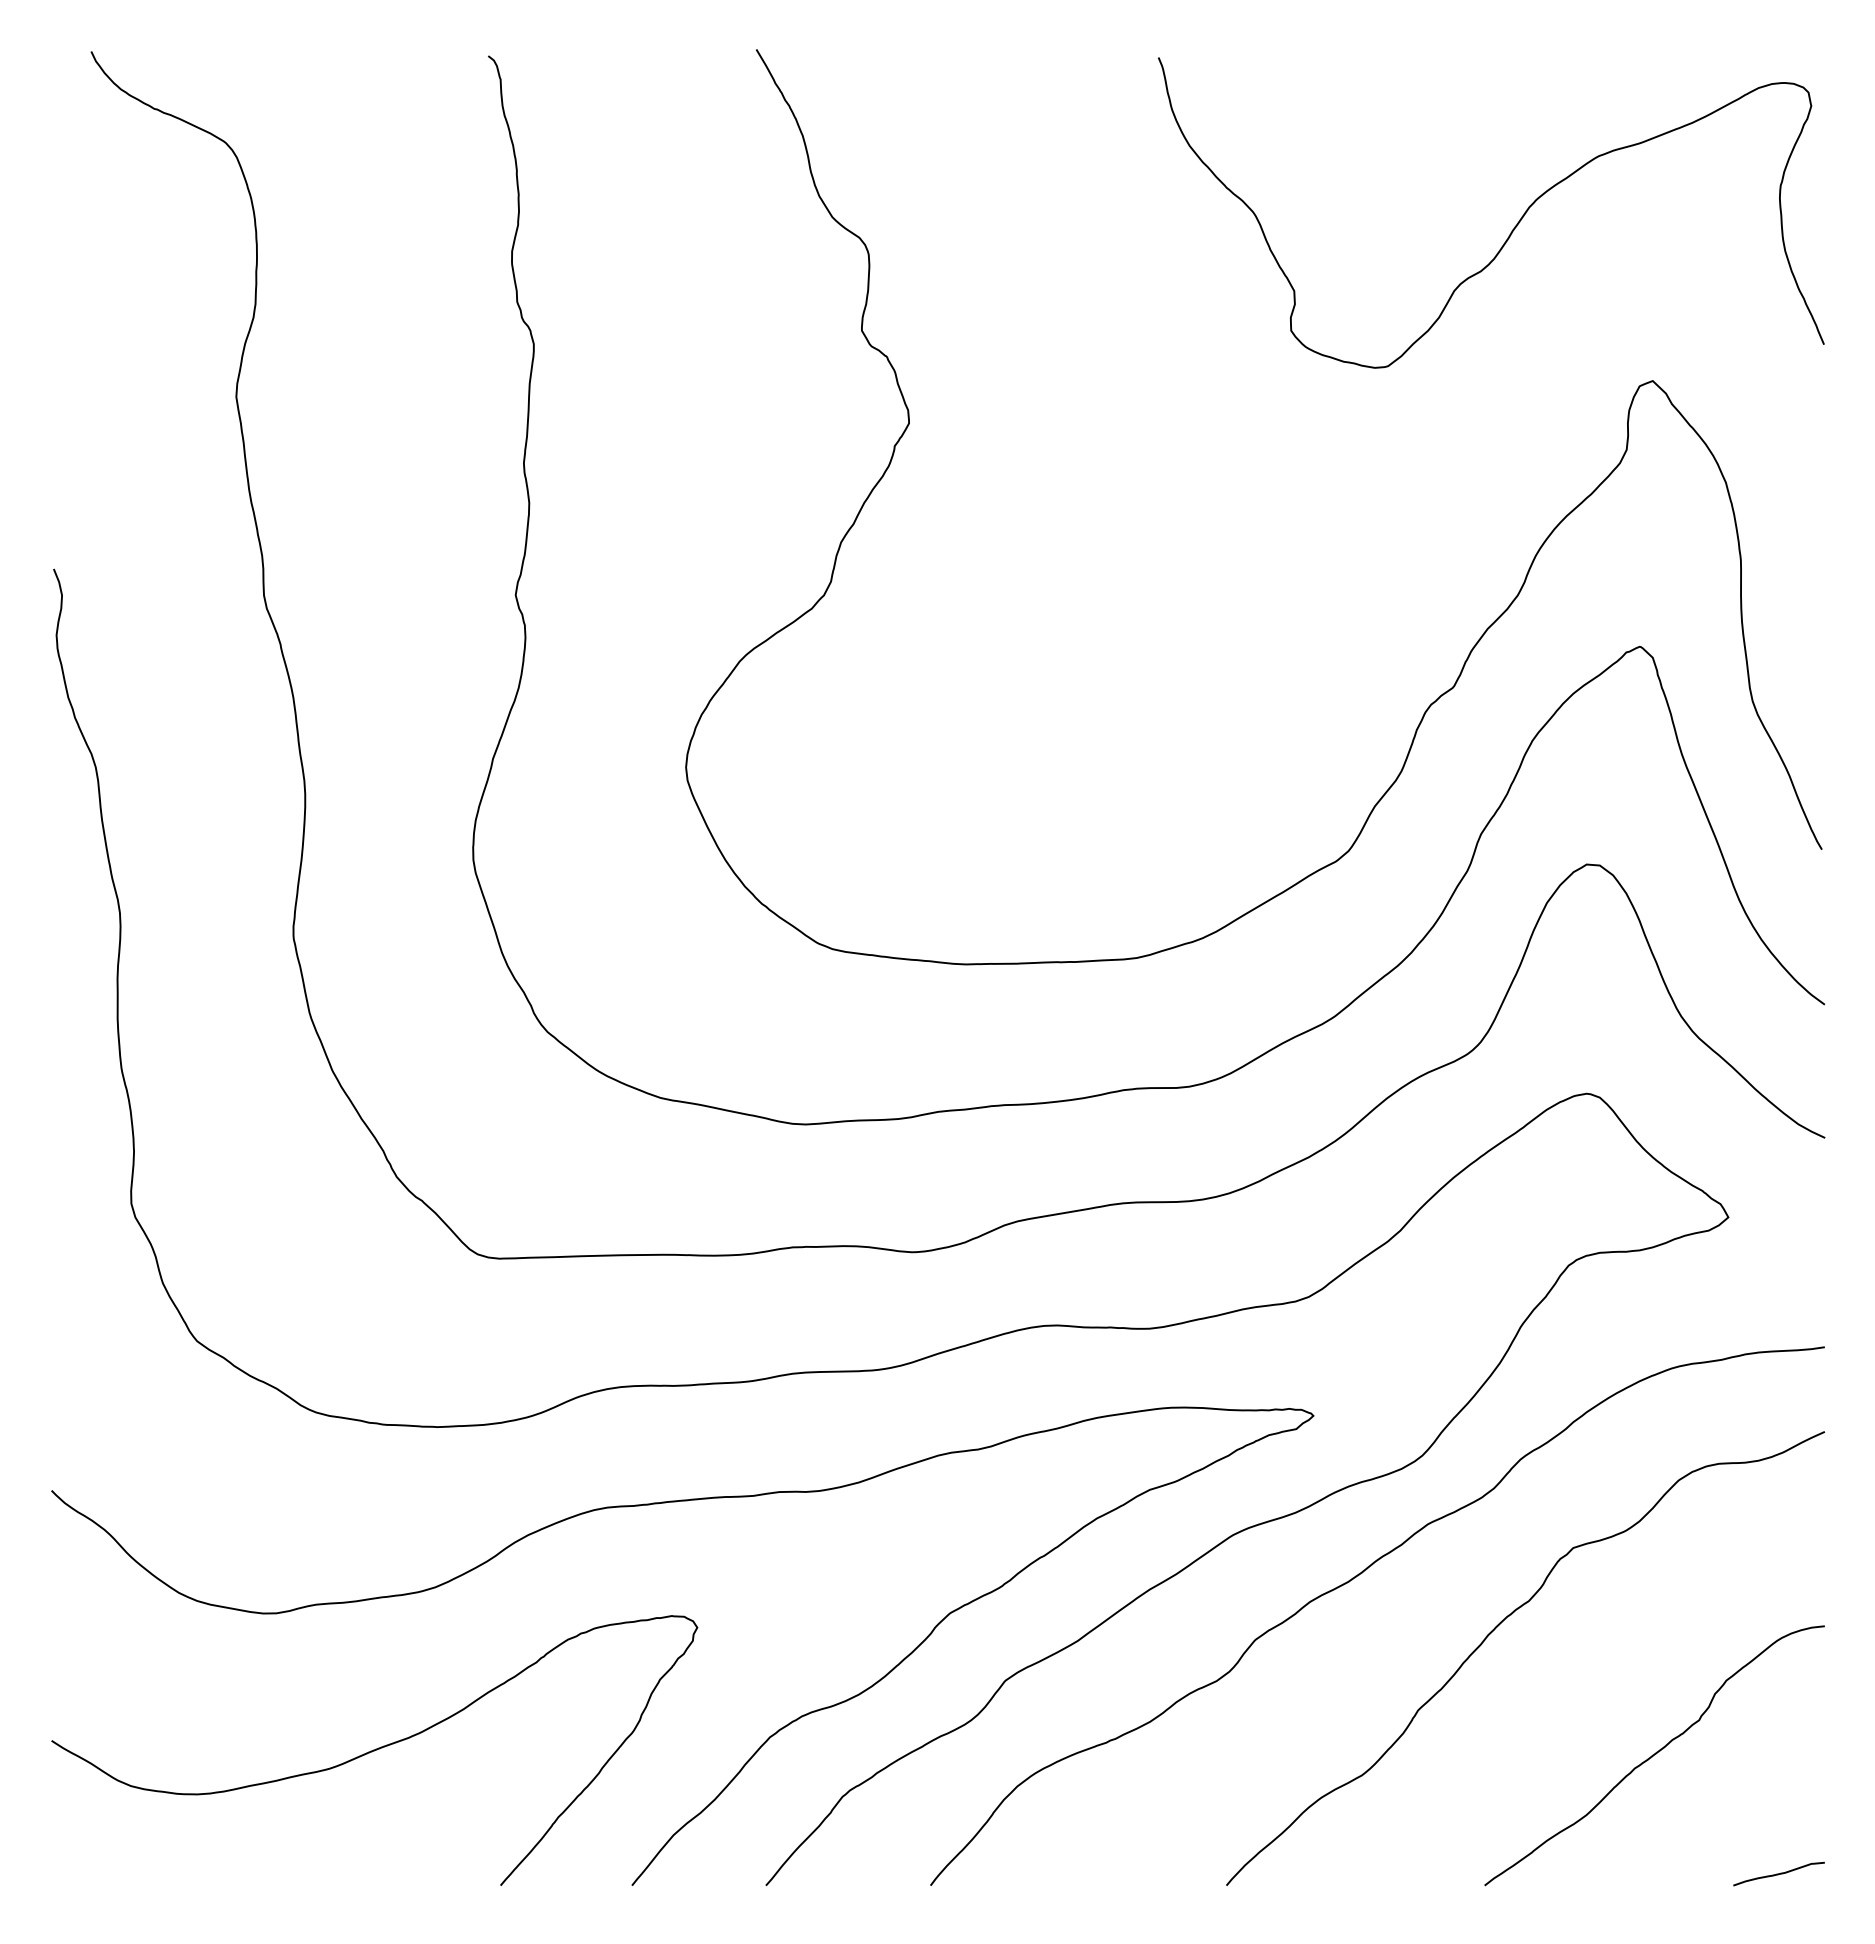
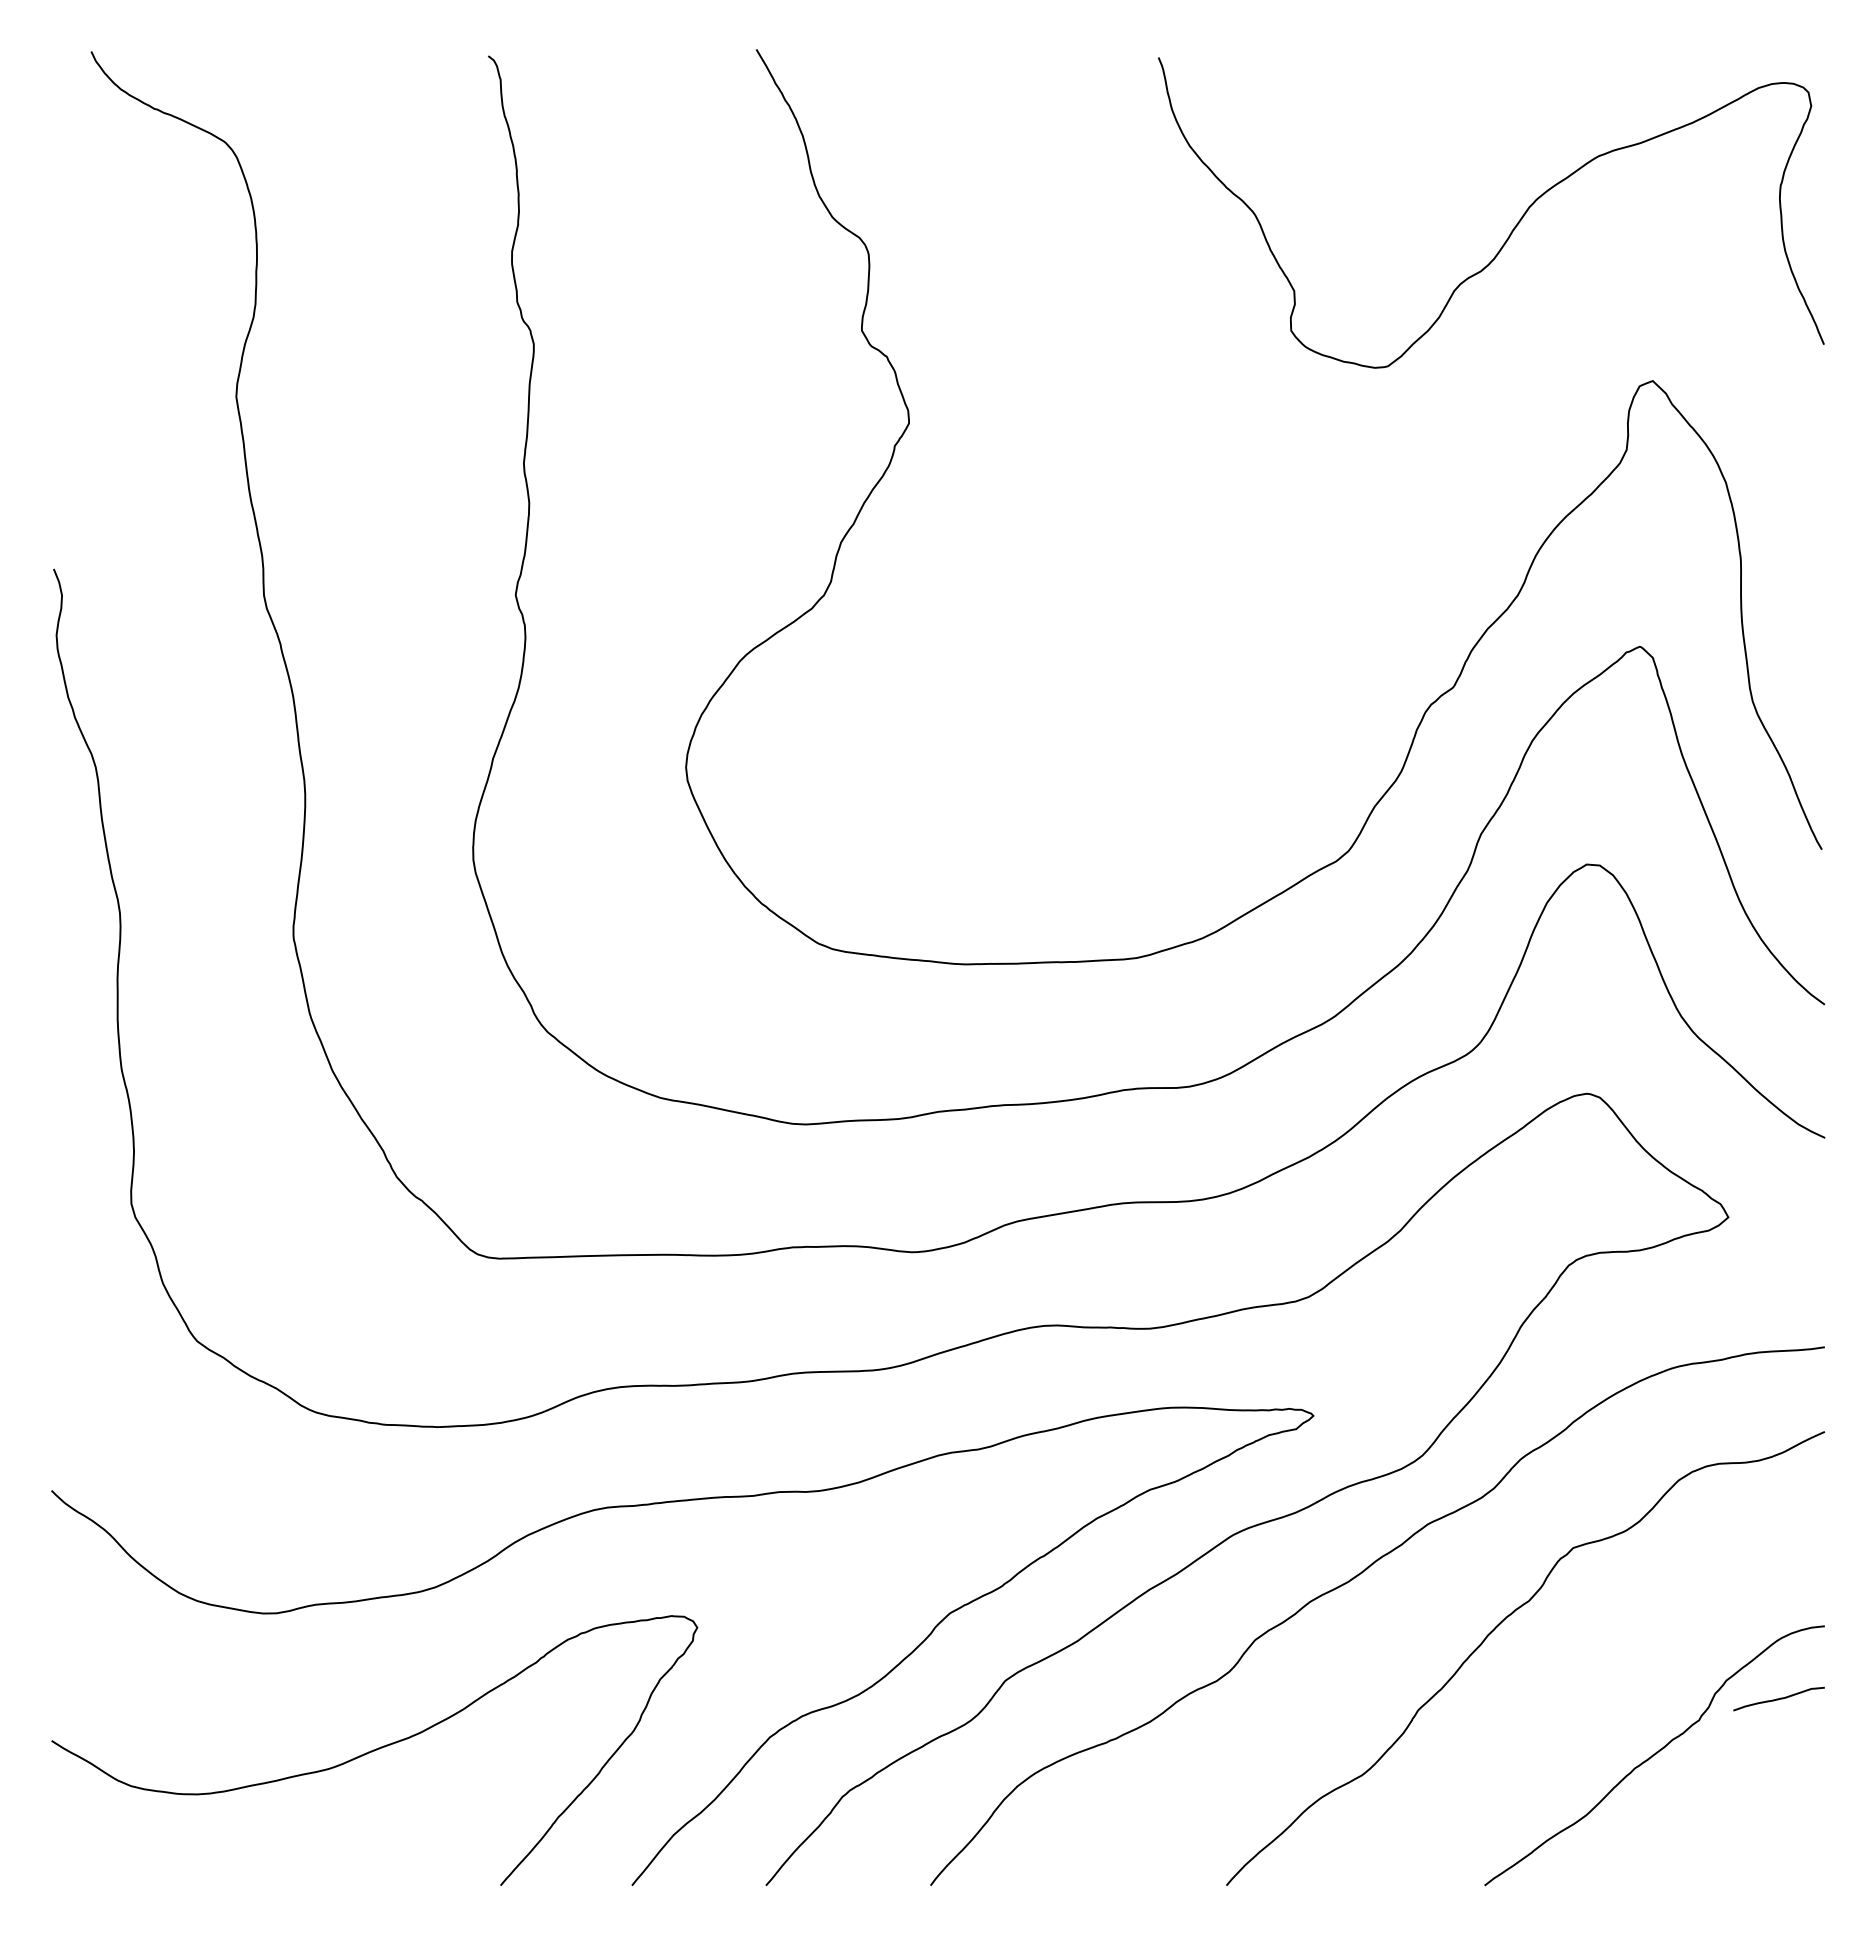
curve at (1778, 1873) position: (1778, 1873) -> (1778, 1698)
